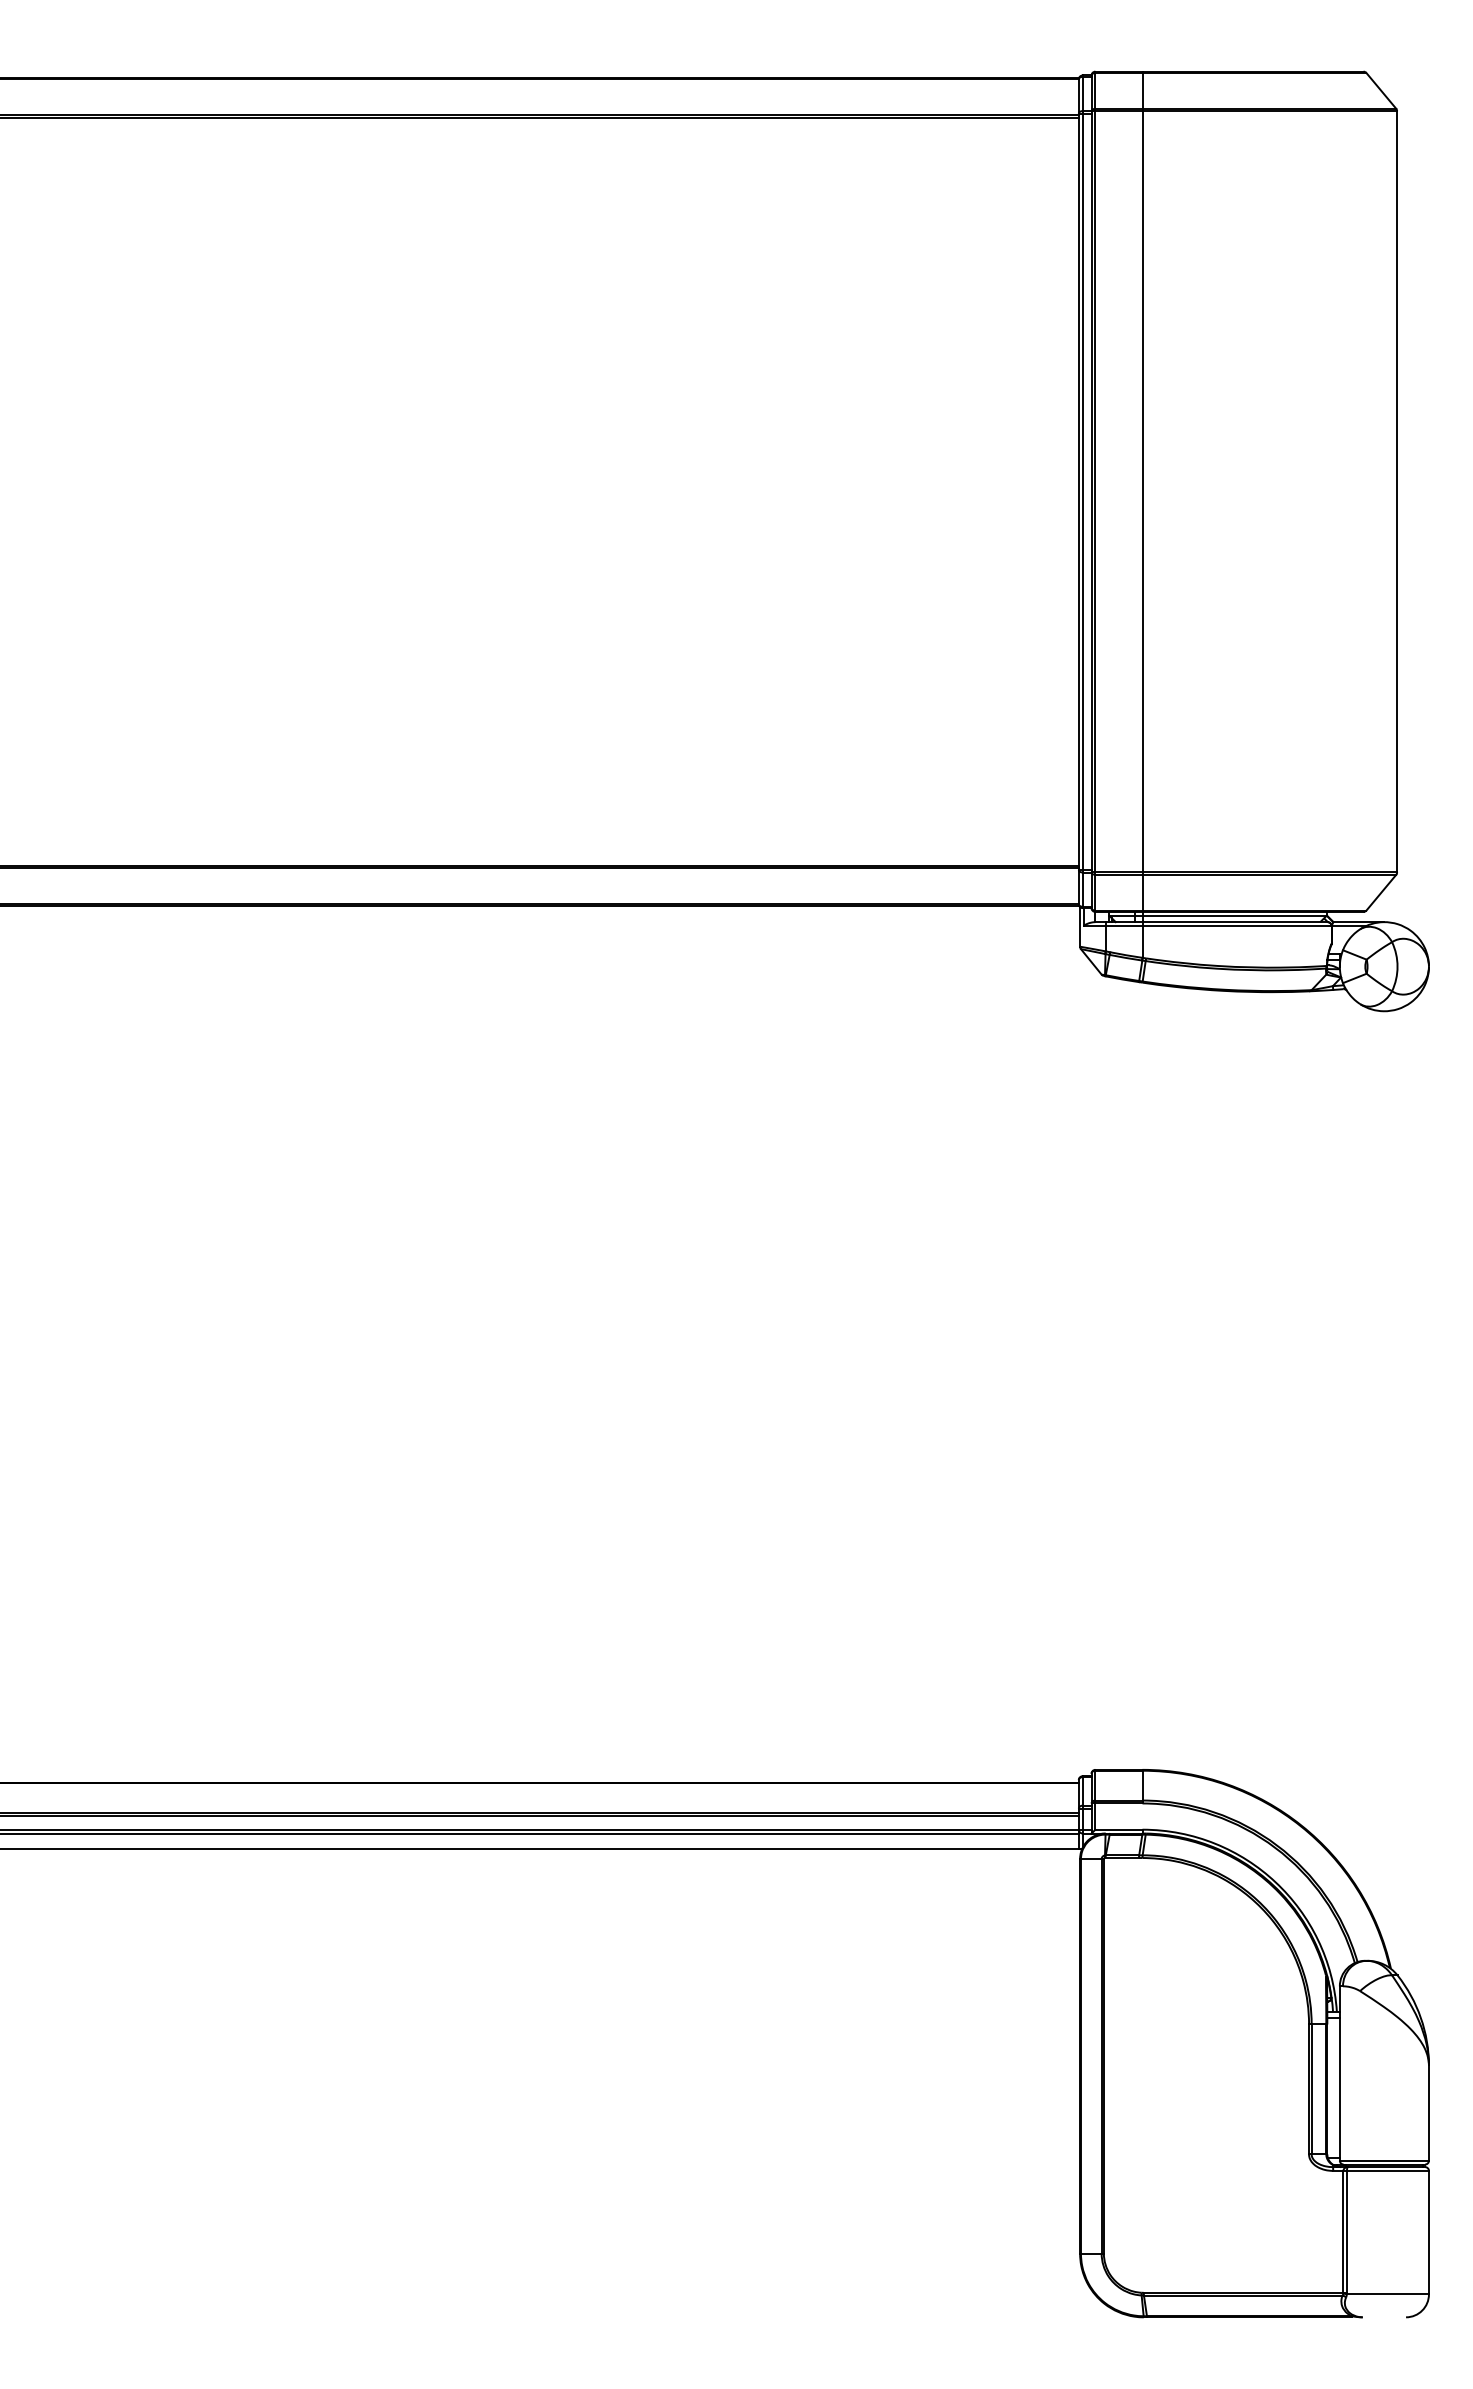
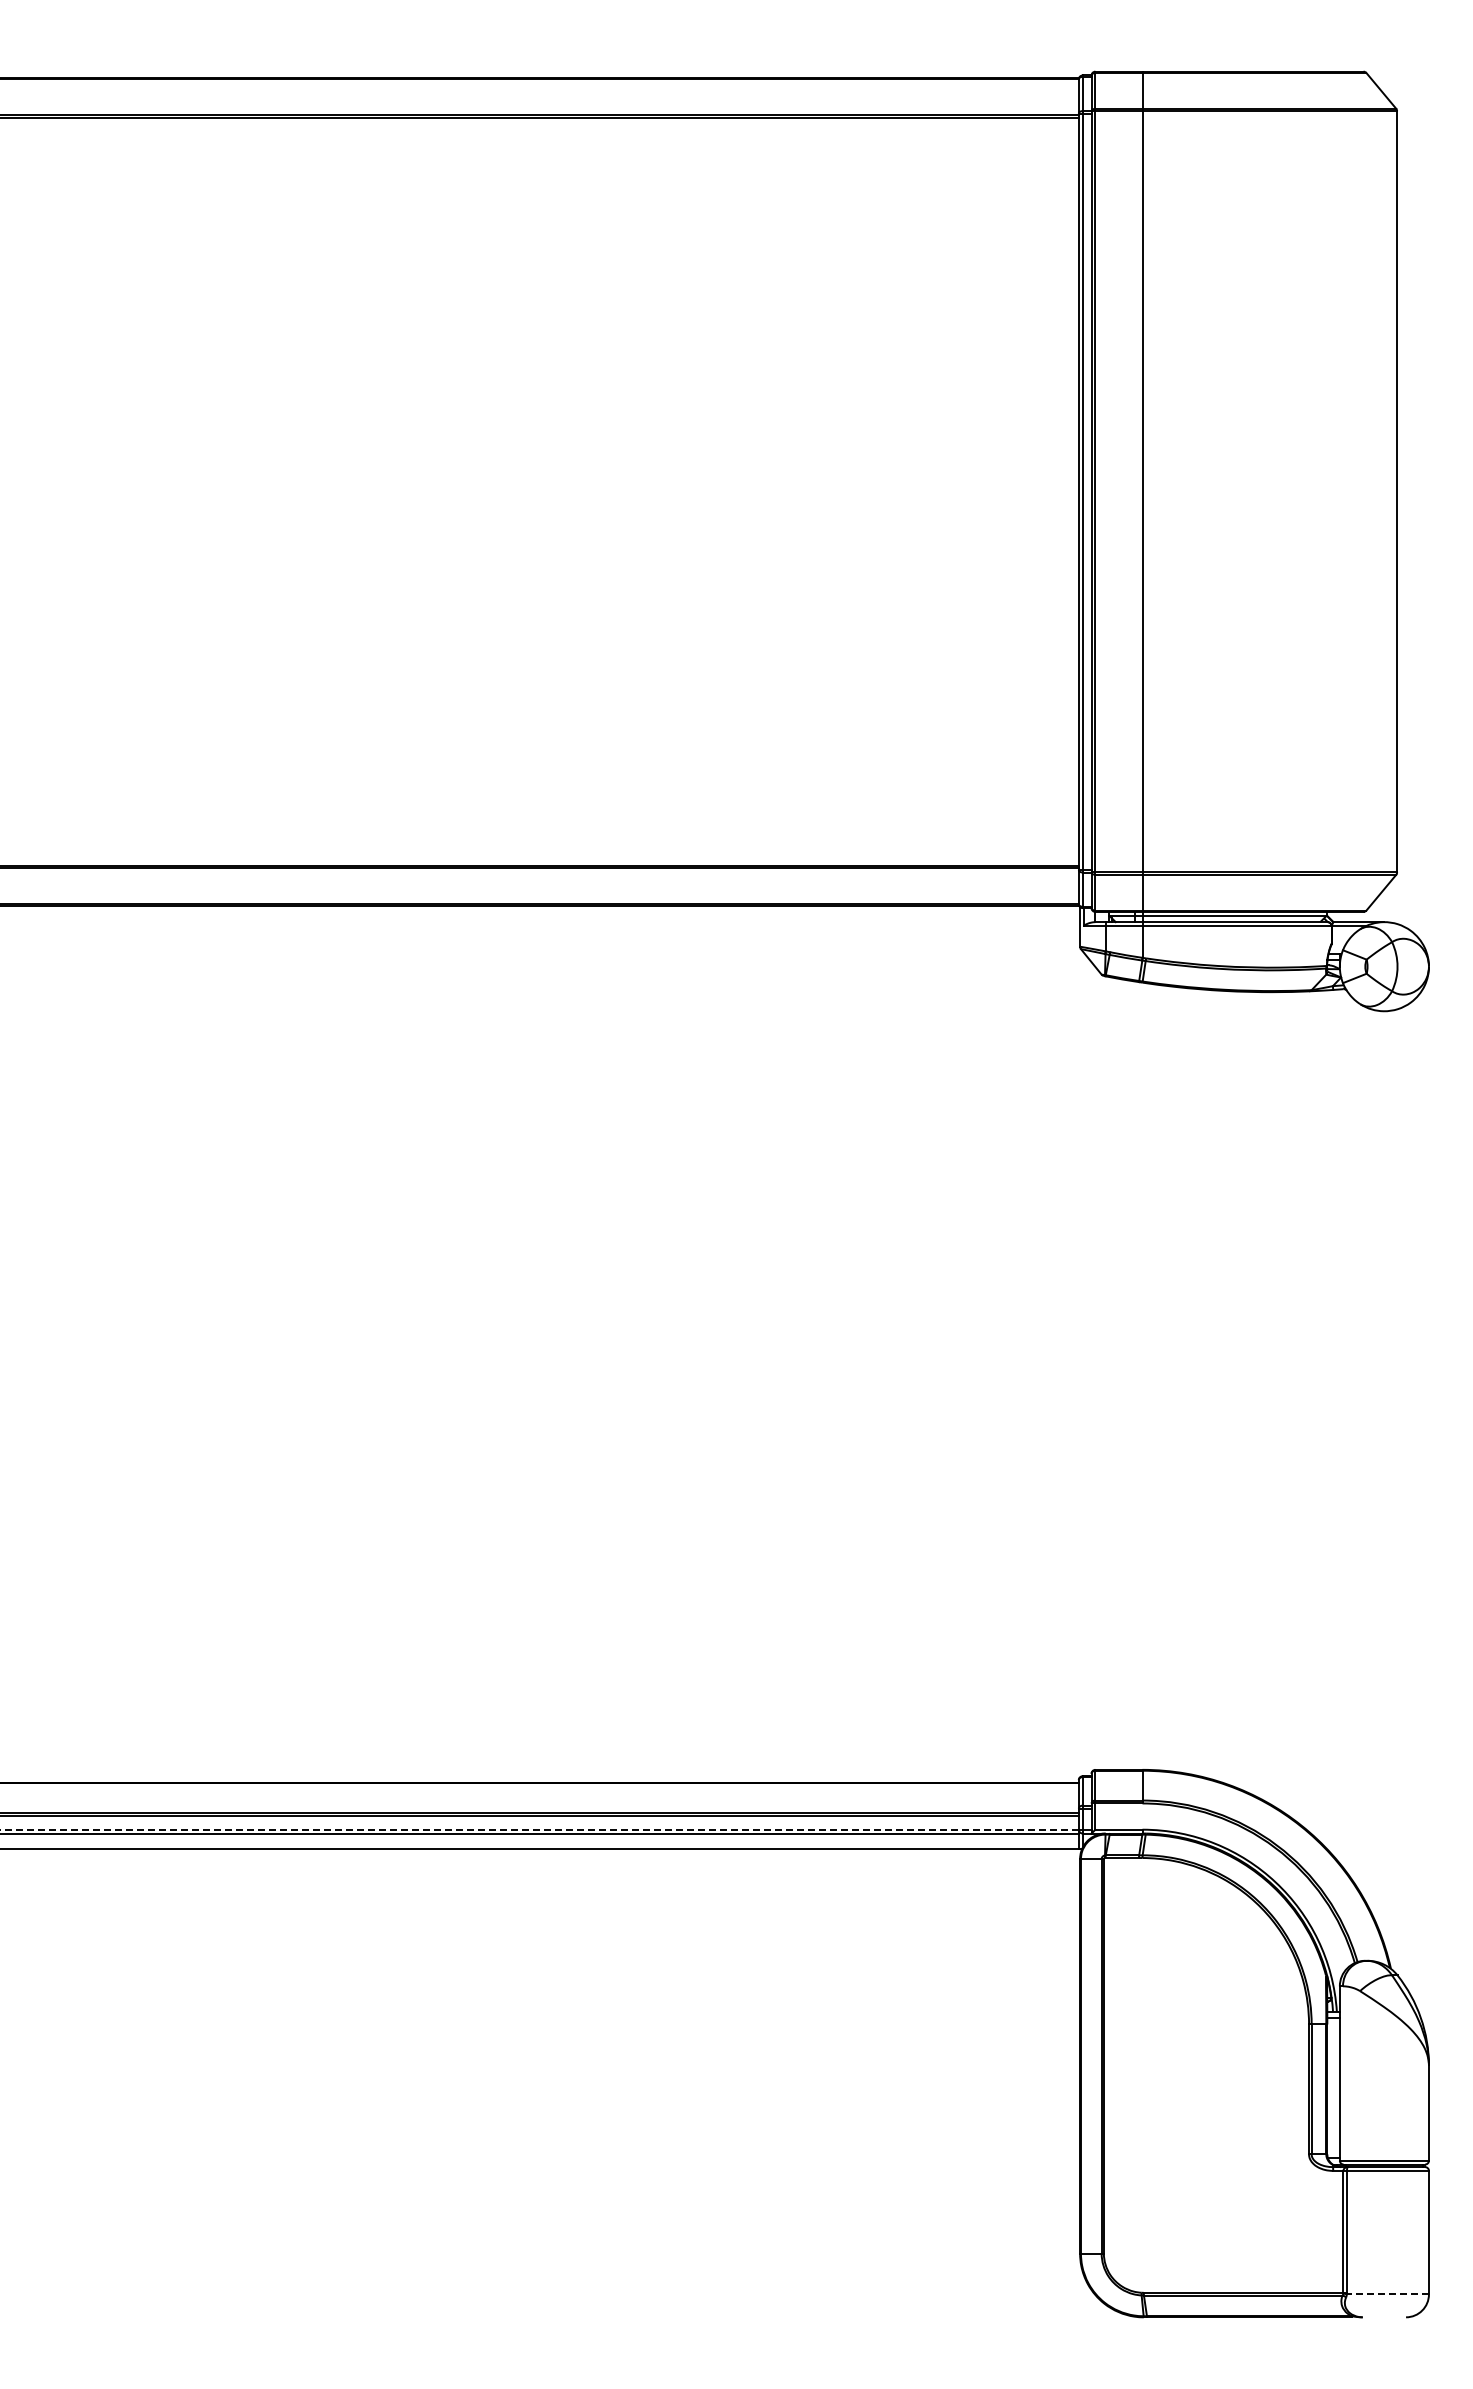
line at (539, 1829): solid -> dashed
line at (1387, 2294): solid -> dashed
